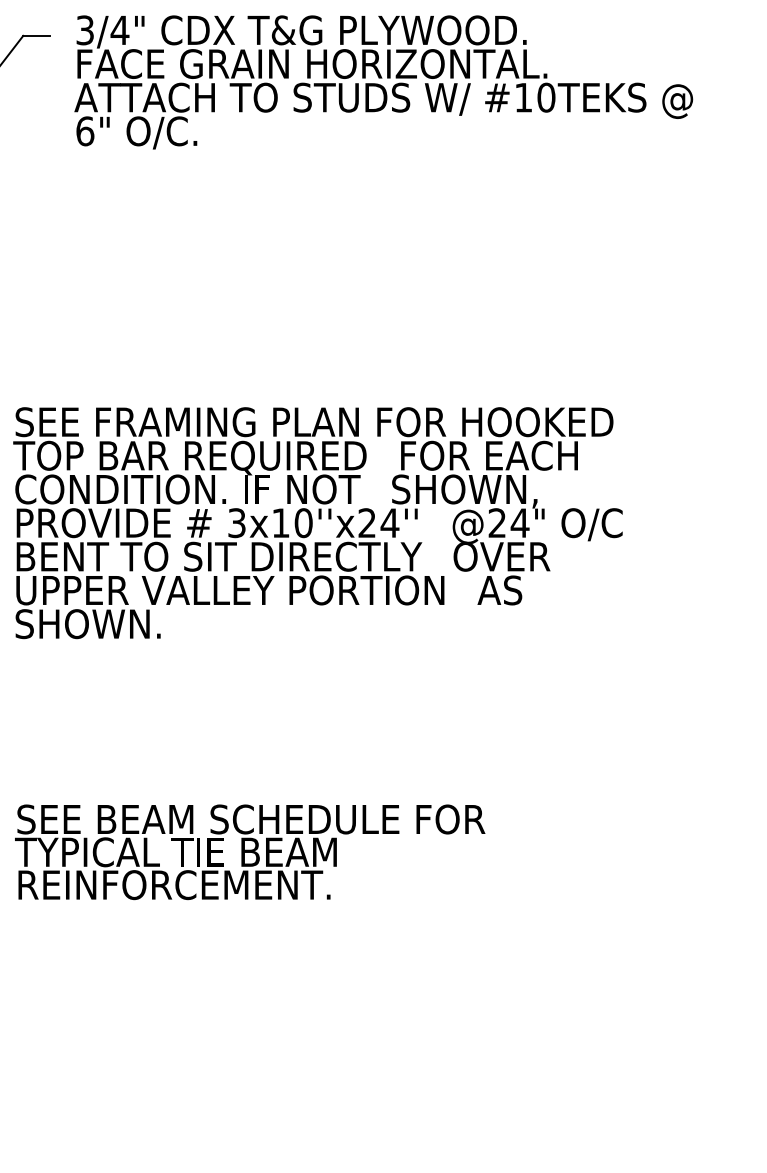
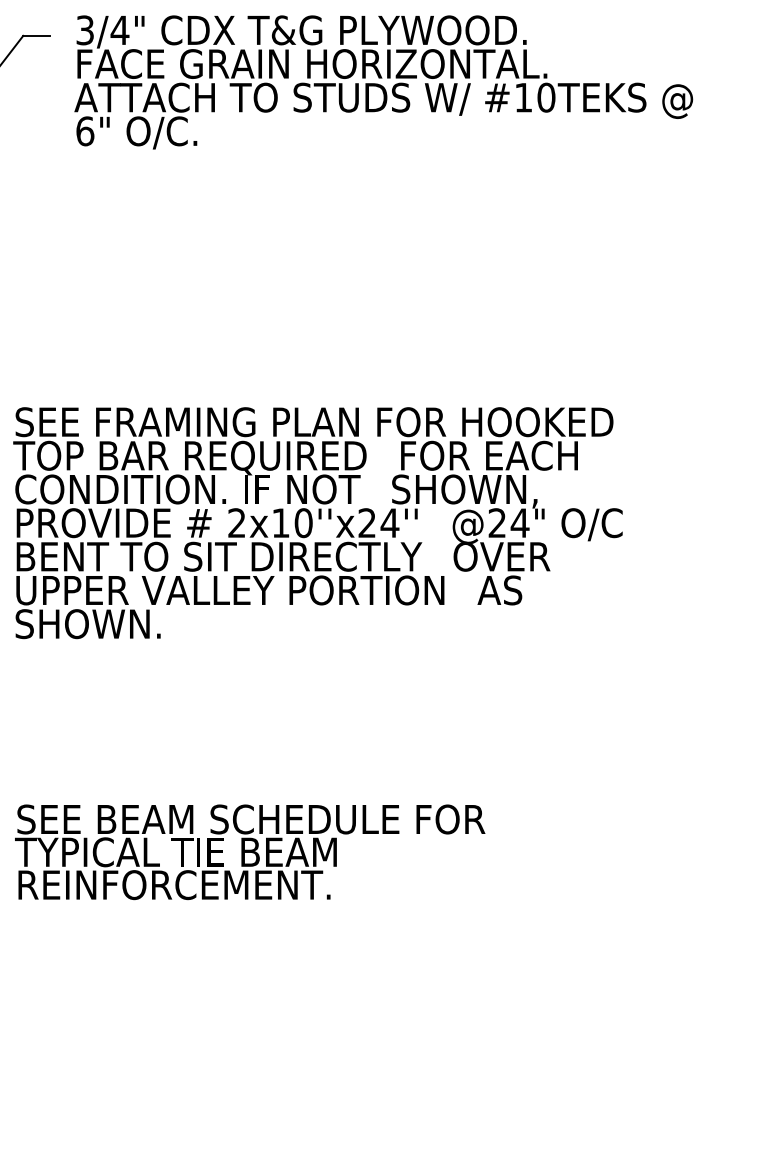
text at (236, 523): 3x10''x24'' -> 2x10''x24''
